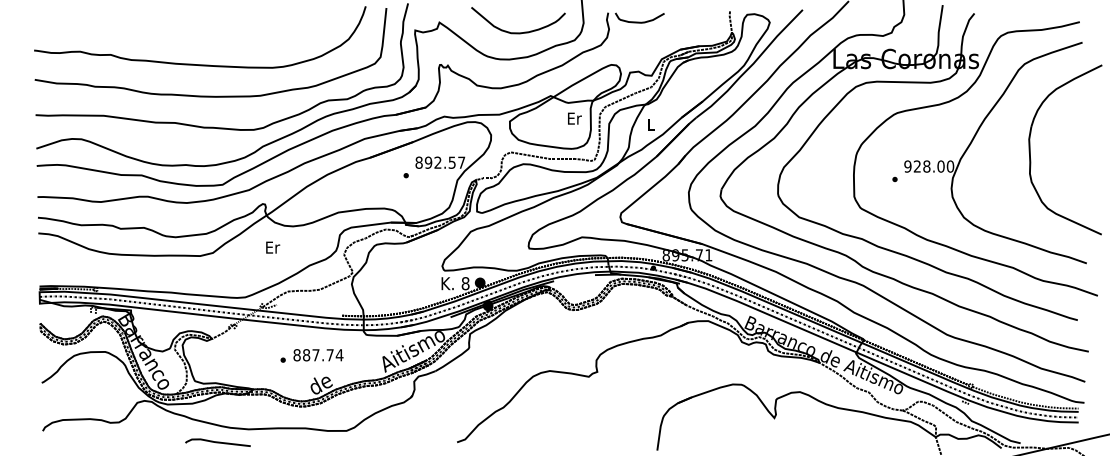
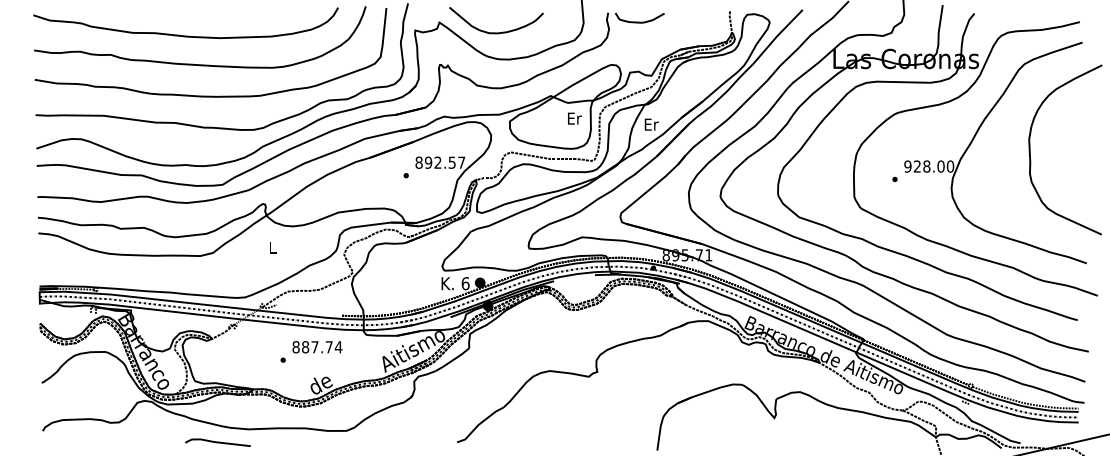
curve at (518, 32) position: (518, 32) -> (496, 32)
curve at (185, 35): none -> present
text at (651, 124): L -> Er
text at (273, 247): Er -> L
text at (465, 283): 8 -> 6
text at (318, 355) position: (318, 355) -> (317, 347)
